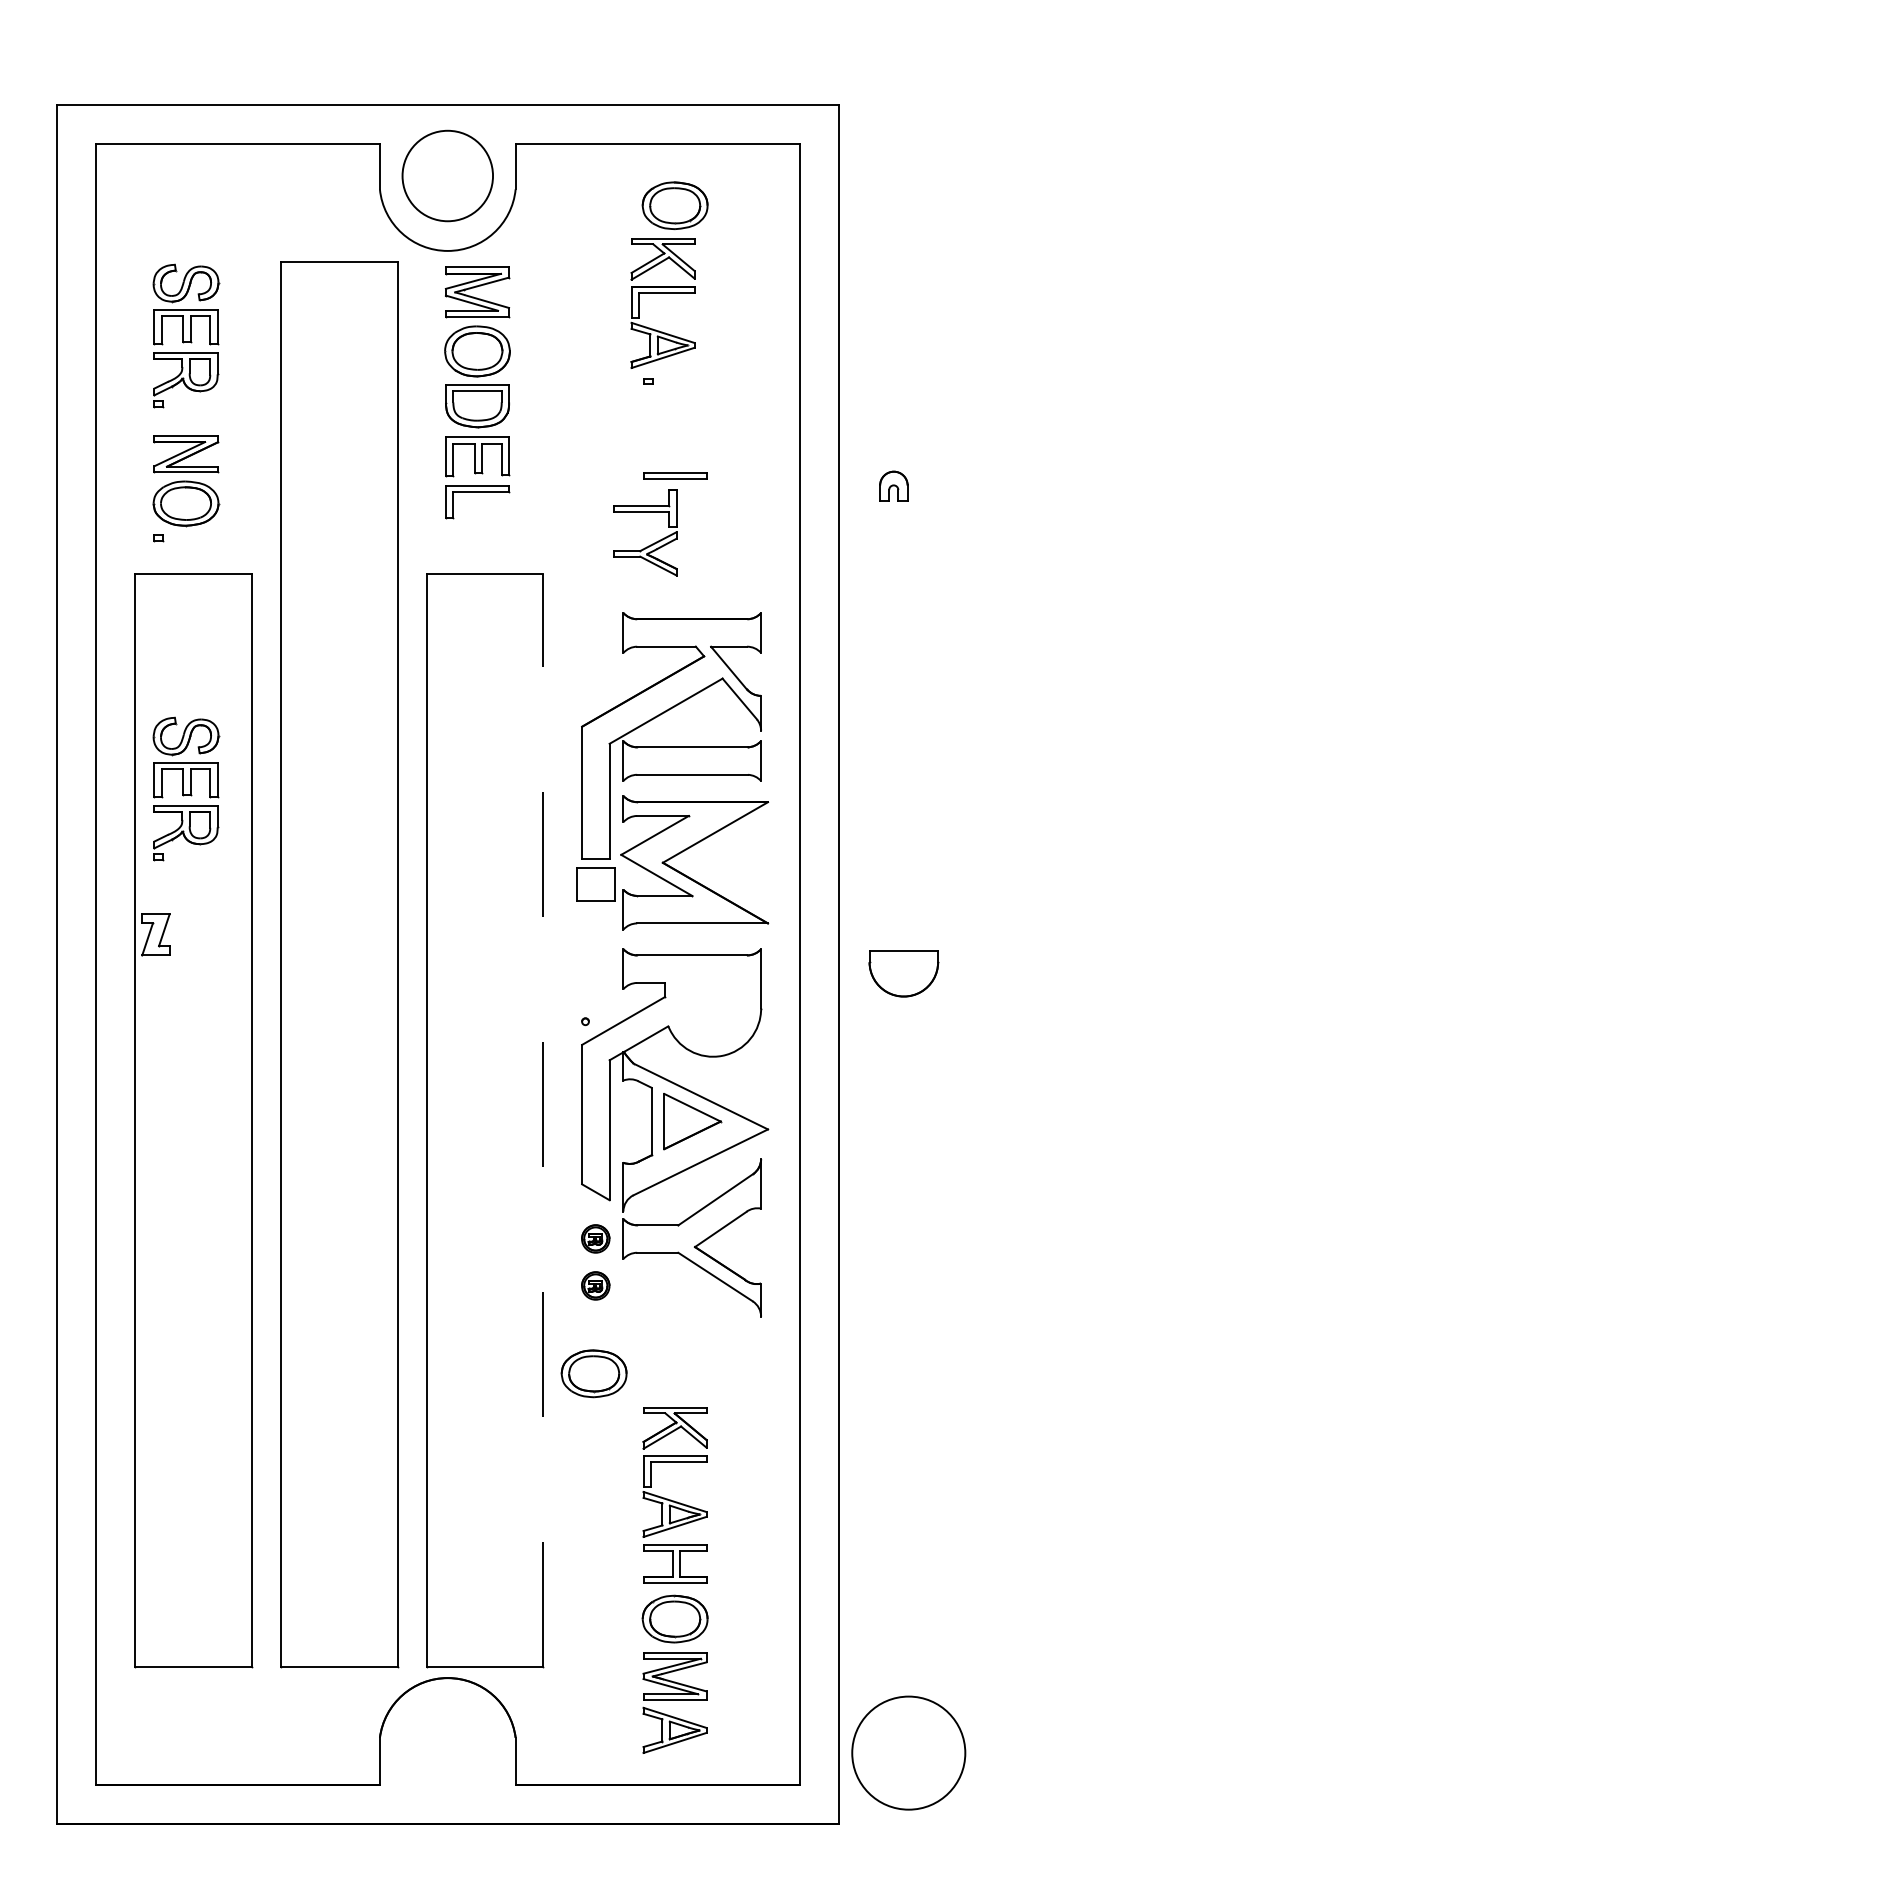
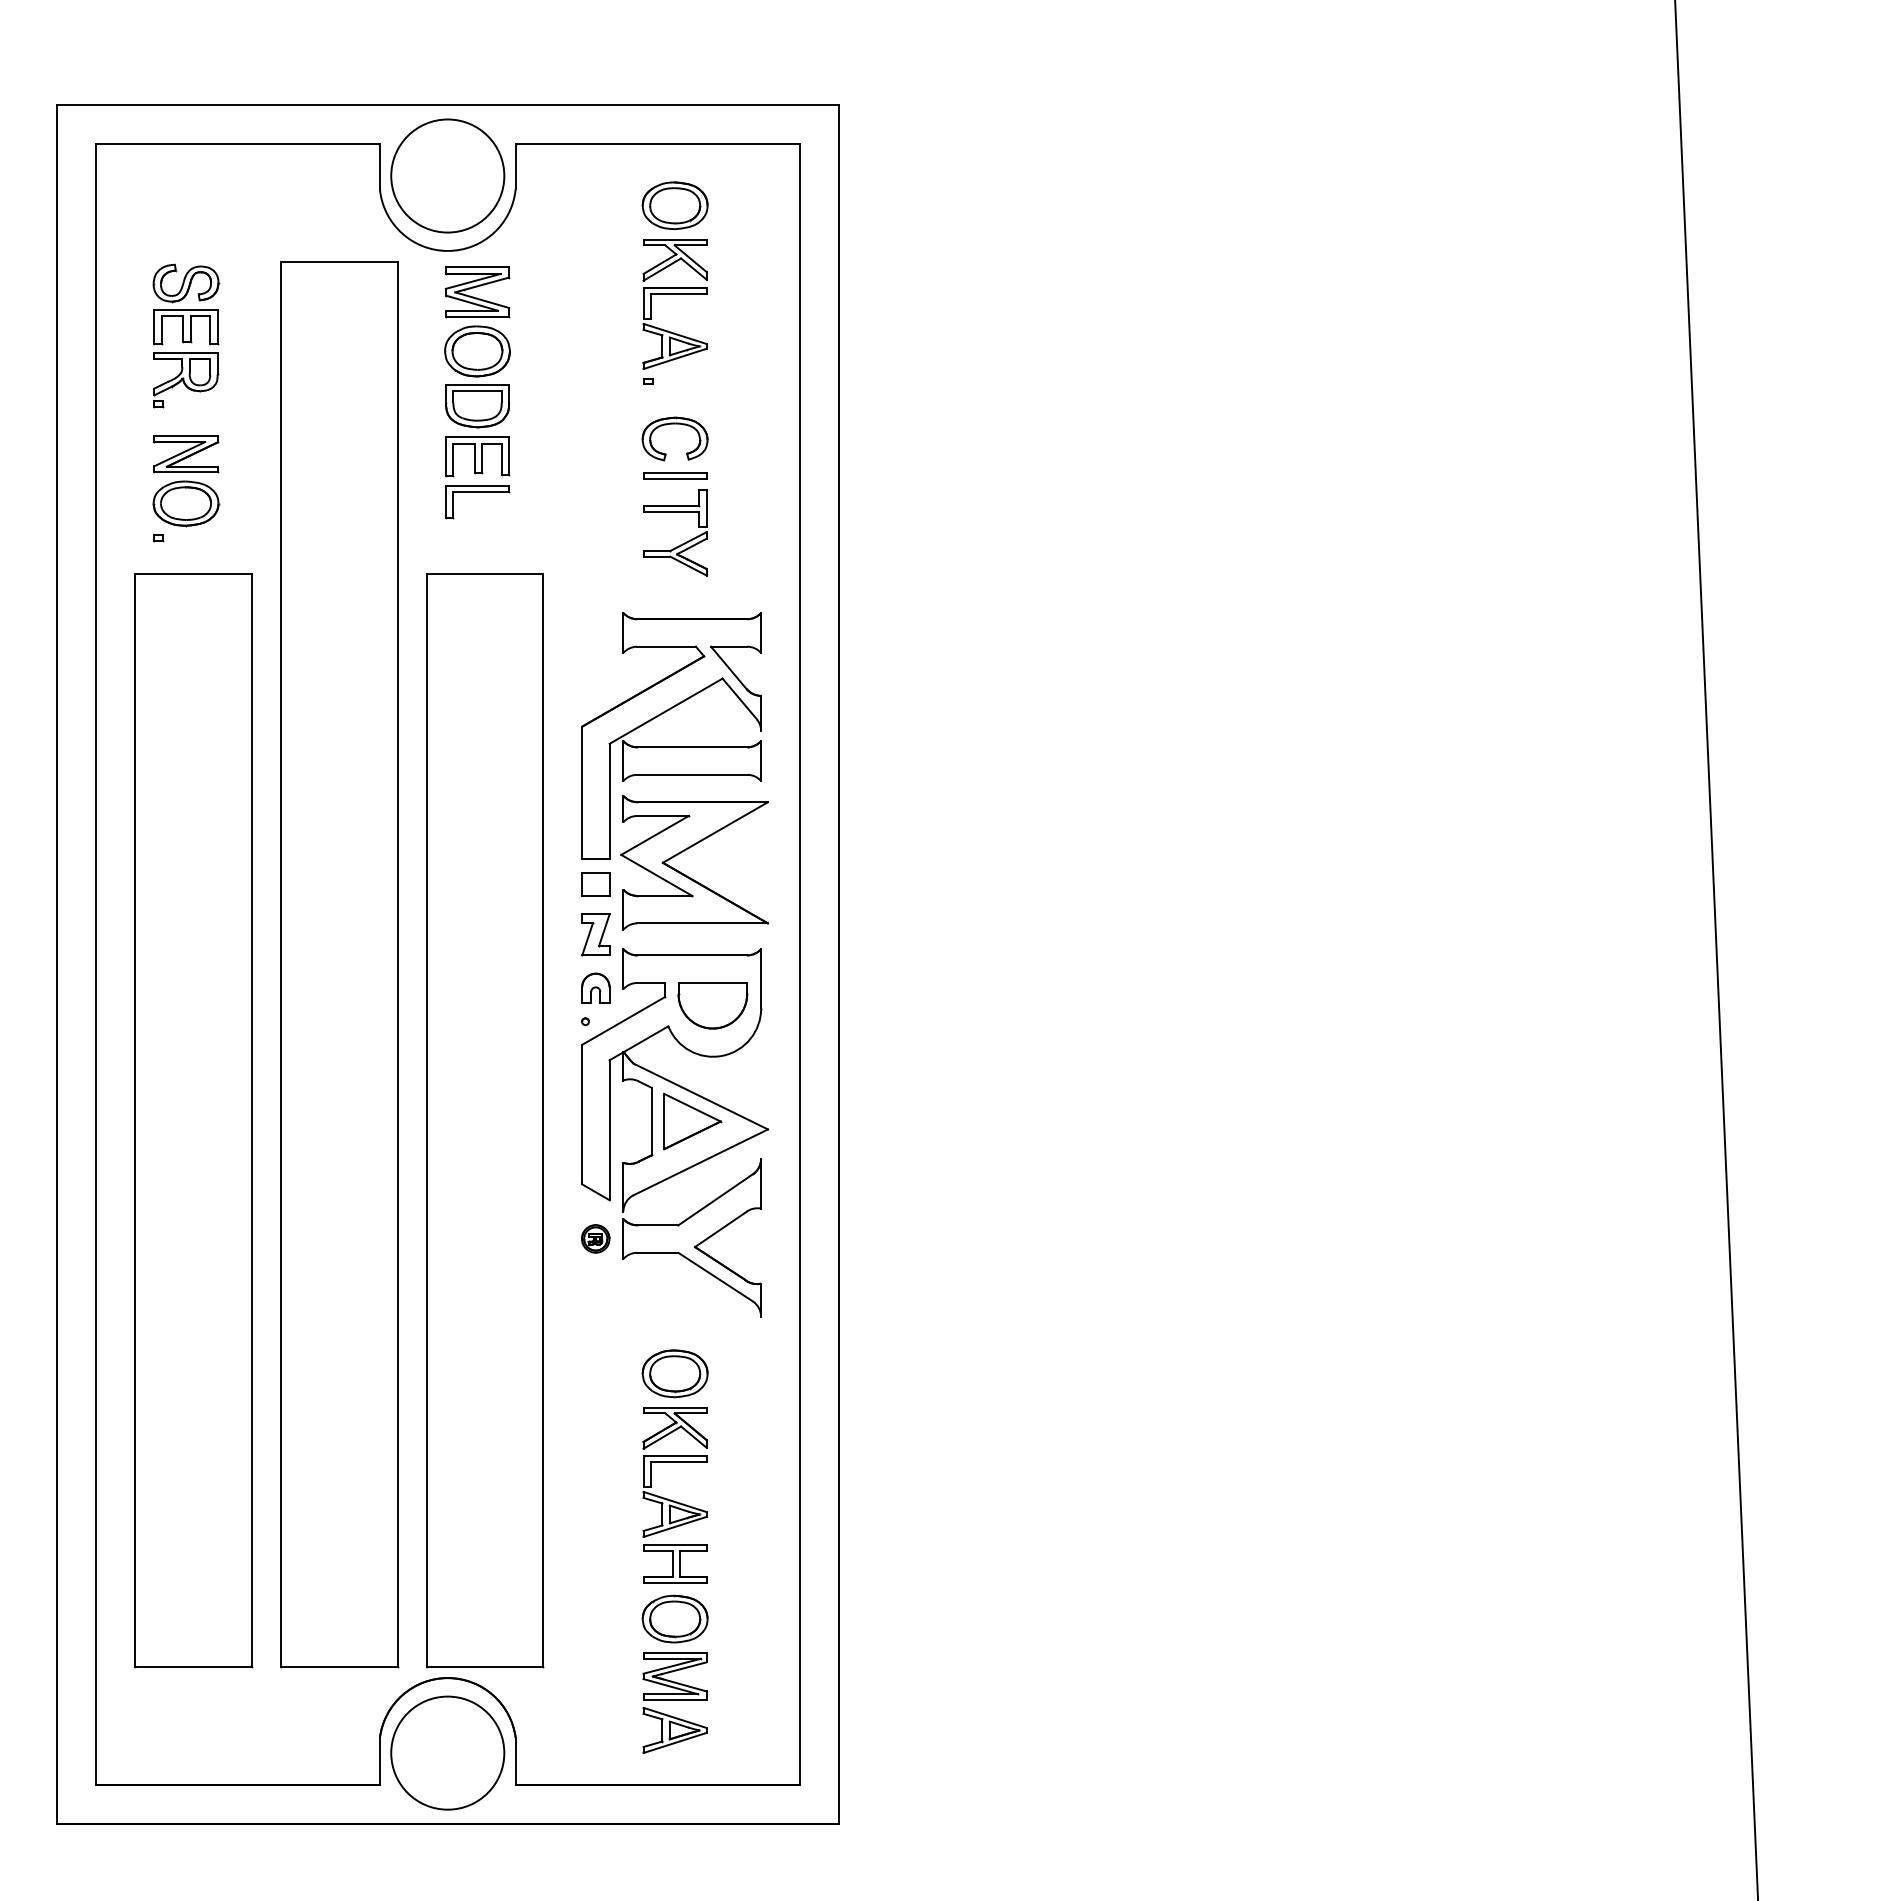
circle at (447, 175) diameter: 90 px -> 113 px
part at (662, 293) position: (662, 293) -> (674, 294)
part at (674, 424): none -> present
part at (893, 485) position: (893, 485) -> (595, 987)
part at (650, 544) position: (650, 544) -> (680, 544)
part at (186, 788): present -> none
part at (595, 884) size: 40x35 px -> 30x25 px
part at (155, 934) position: (155, 934) -> (595, 934)
line at (1716, 949): none -> present
part at (903, 973) position: (903, 973) -> (712, 1005)
line at (543, 1120): dashed -> solid
part at (595, 1285): present -> none
part at (593, 1373) position: (593, 1373) -> (674, 1373)
circle at (908, 1752) position: (908, 1752) -> (447, 1752)
